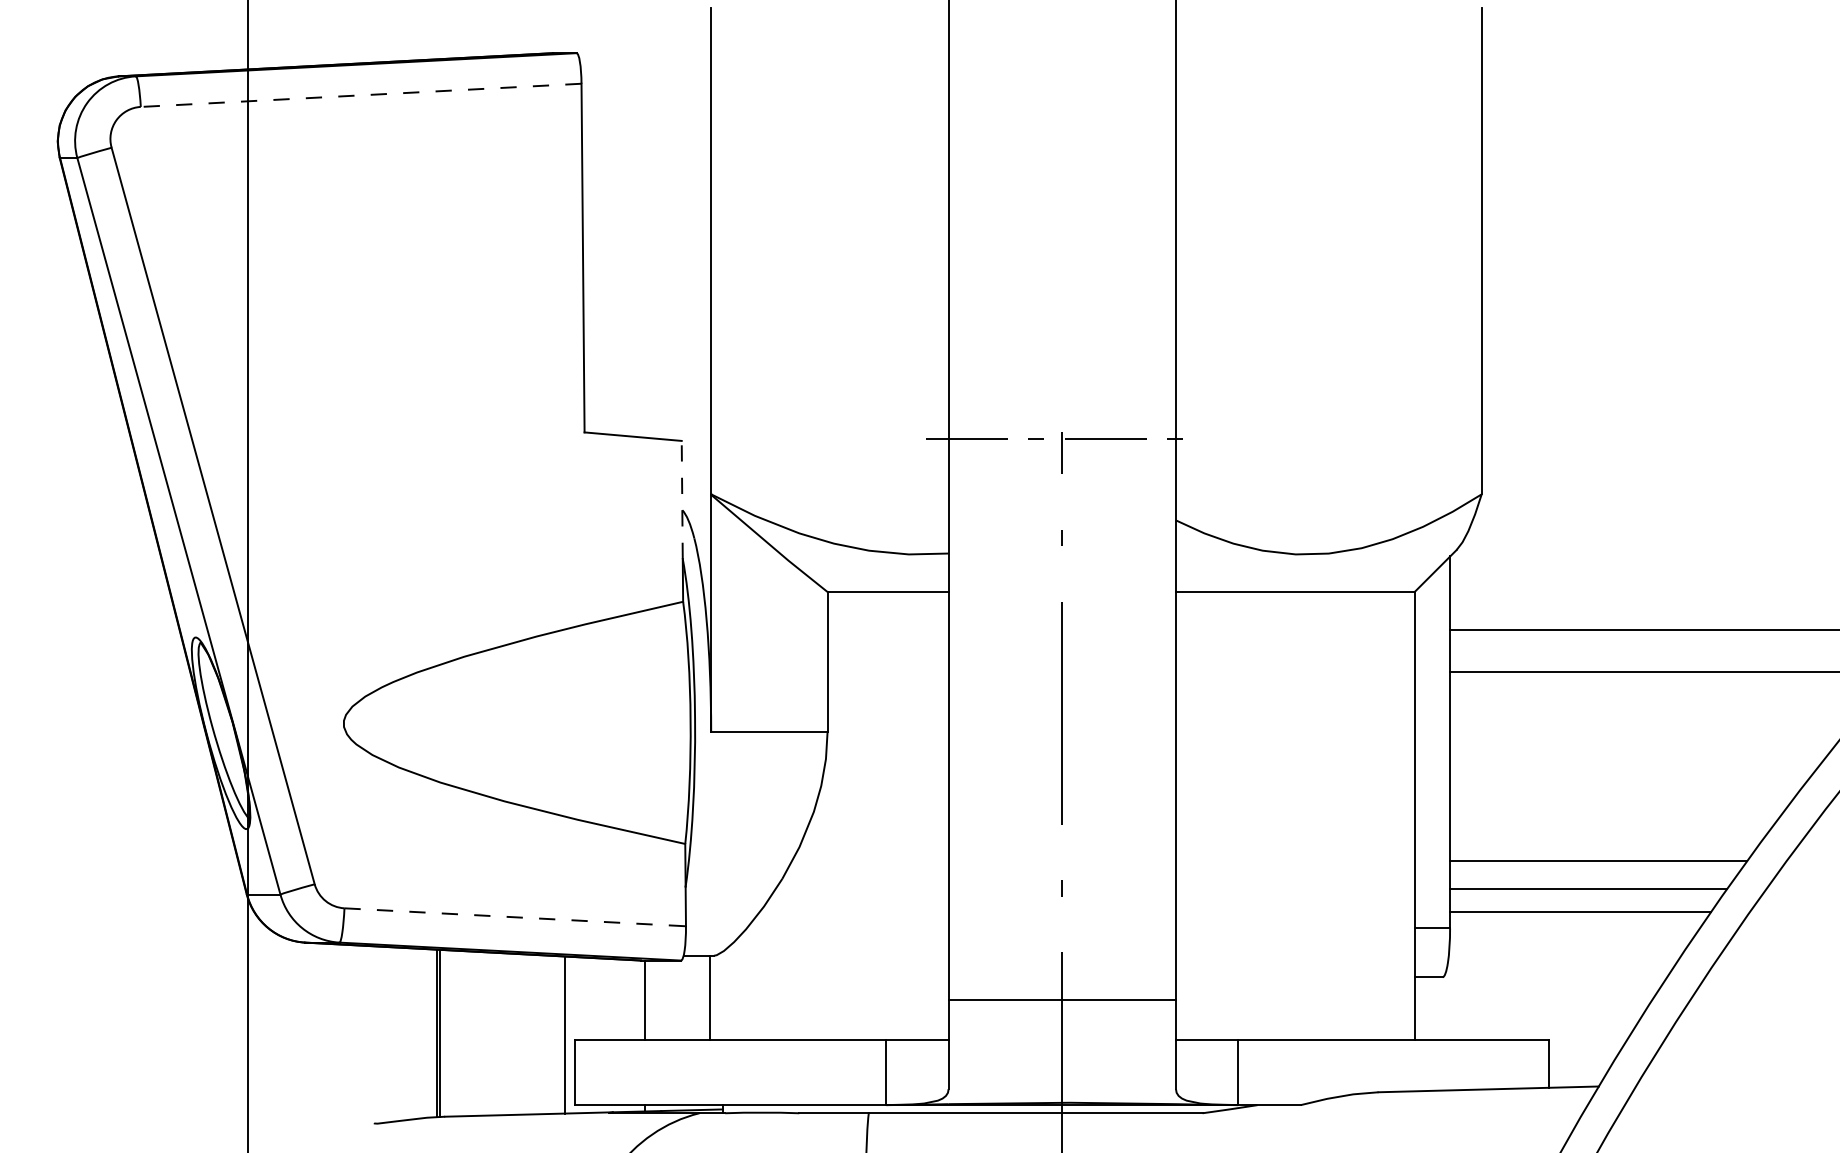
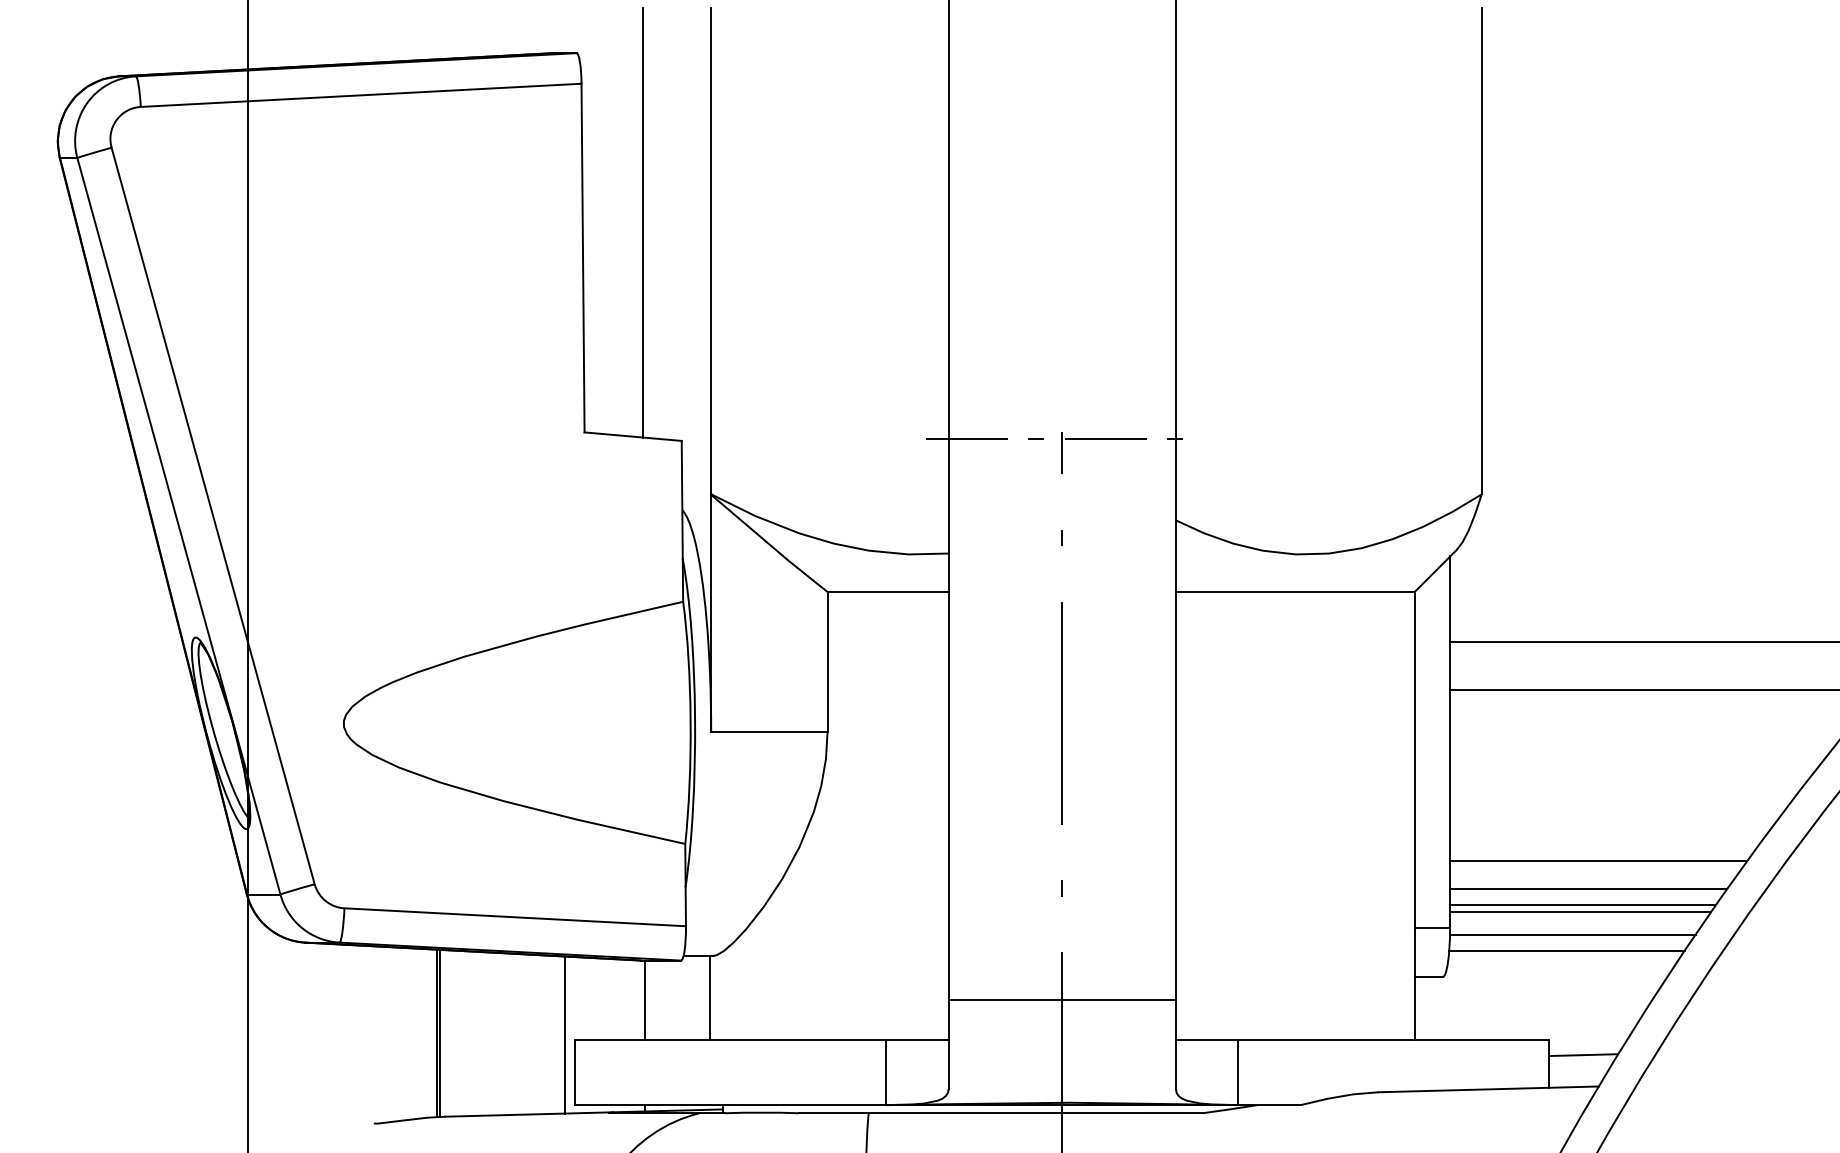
line at (361, 95): dashed -> solid
line at (642, 222): none -> present
line at (682, 499): dashed -> solid
line at (1643, 630) position: (1643, 630) -> (1643, 642)
line at (1643, 671) position: (1643, 671) -> (1643, 689)
line at (1582, 905): none -> present
line at (515, 917): dashed -> solid
line at (1572, 934): none -> present
line at (1566, 950): none -> present
line at (1583, 1055): none -> present
